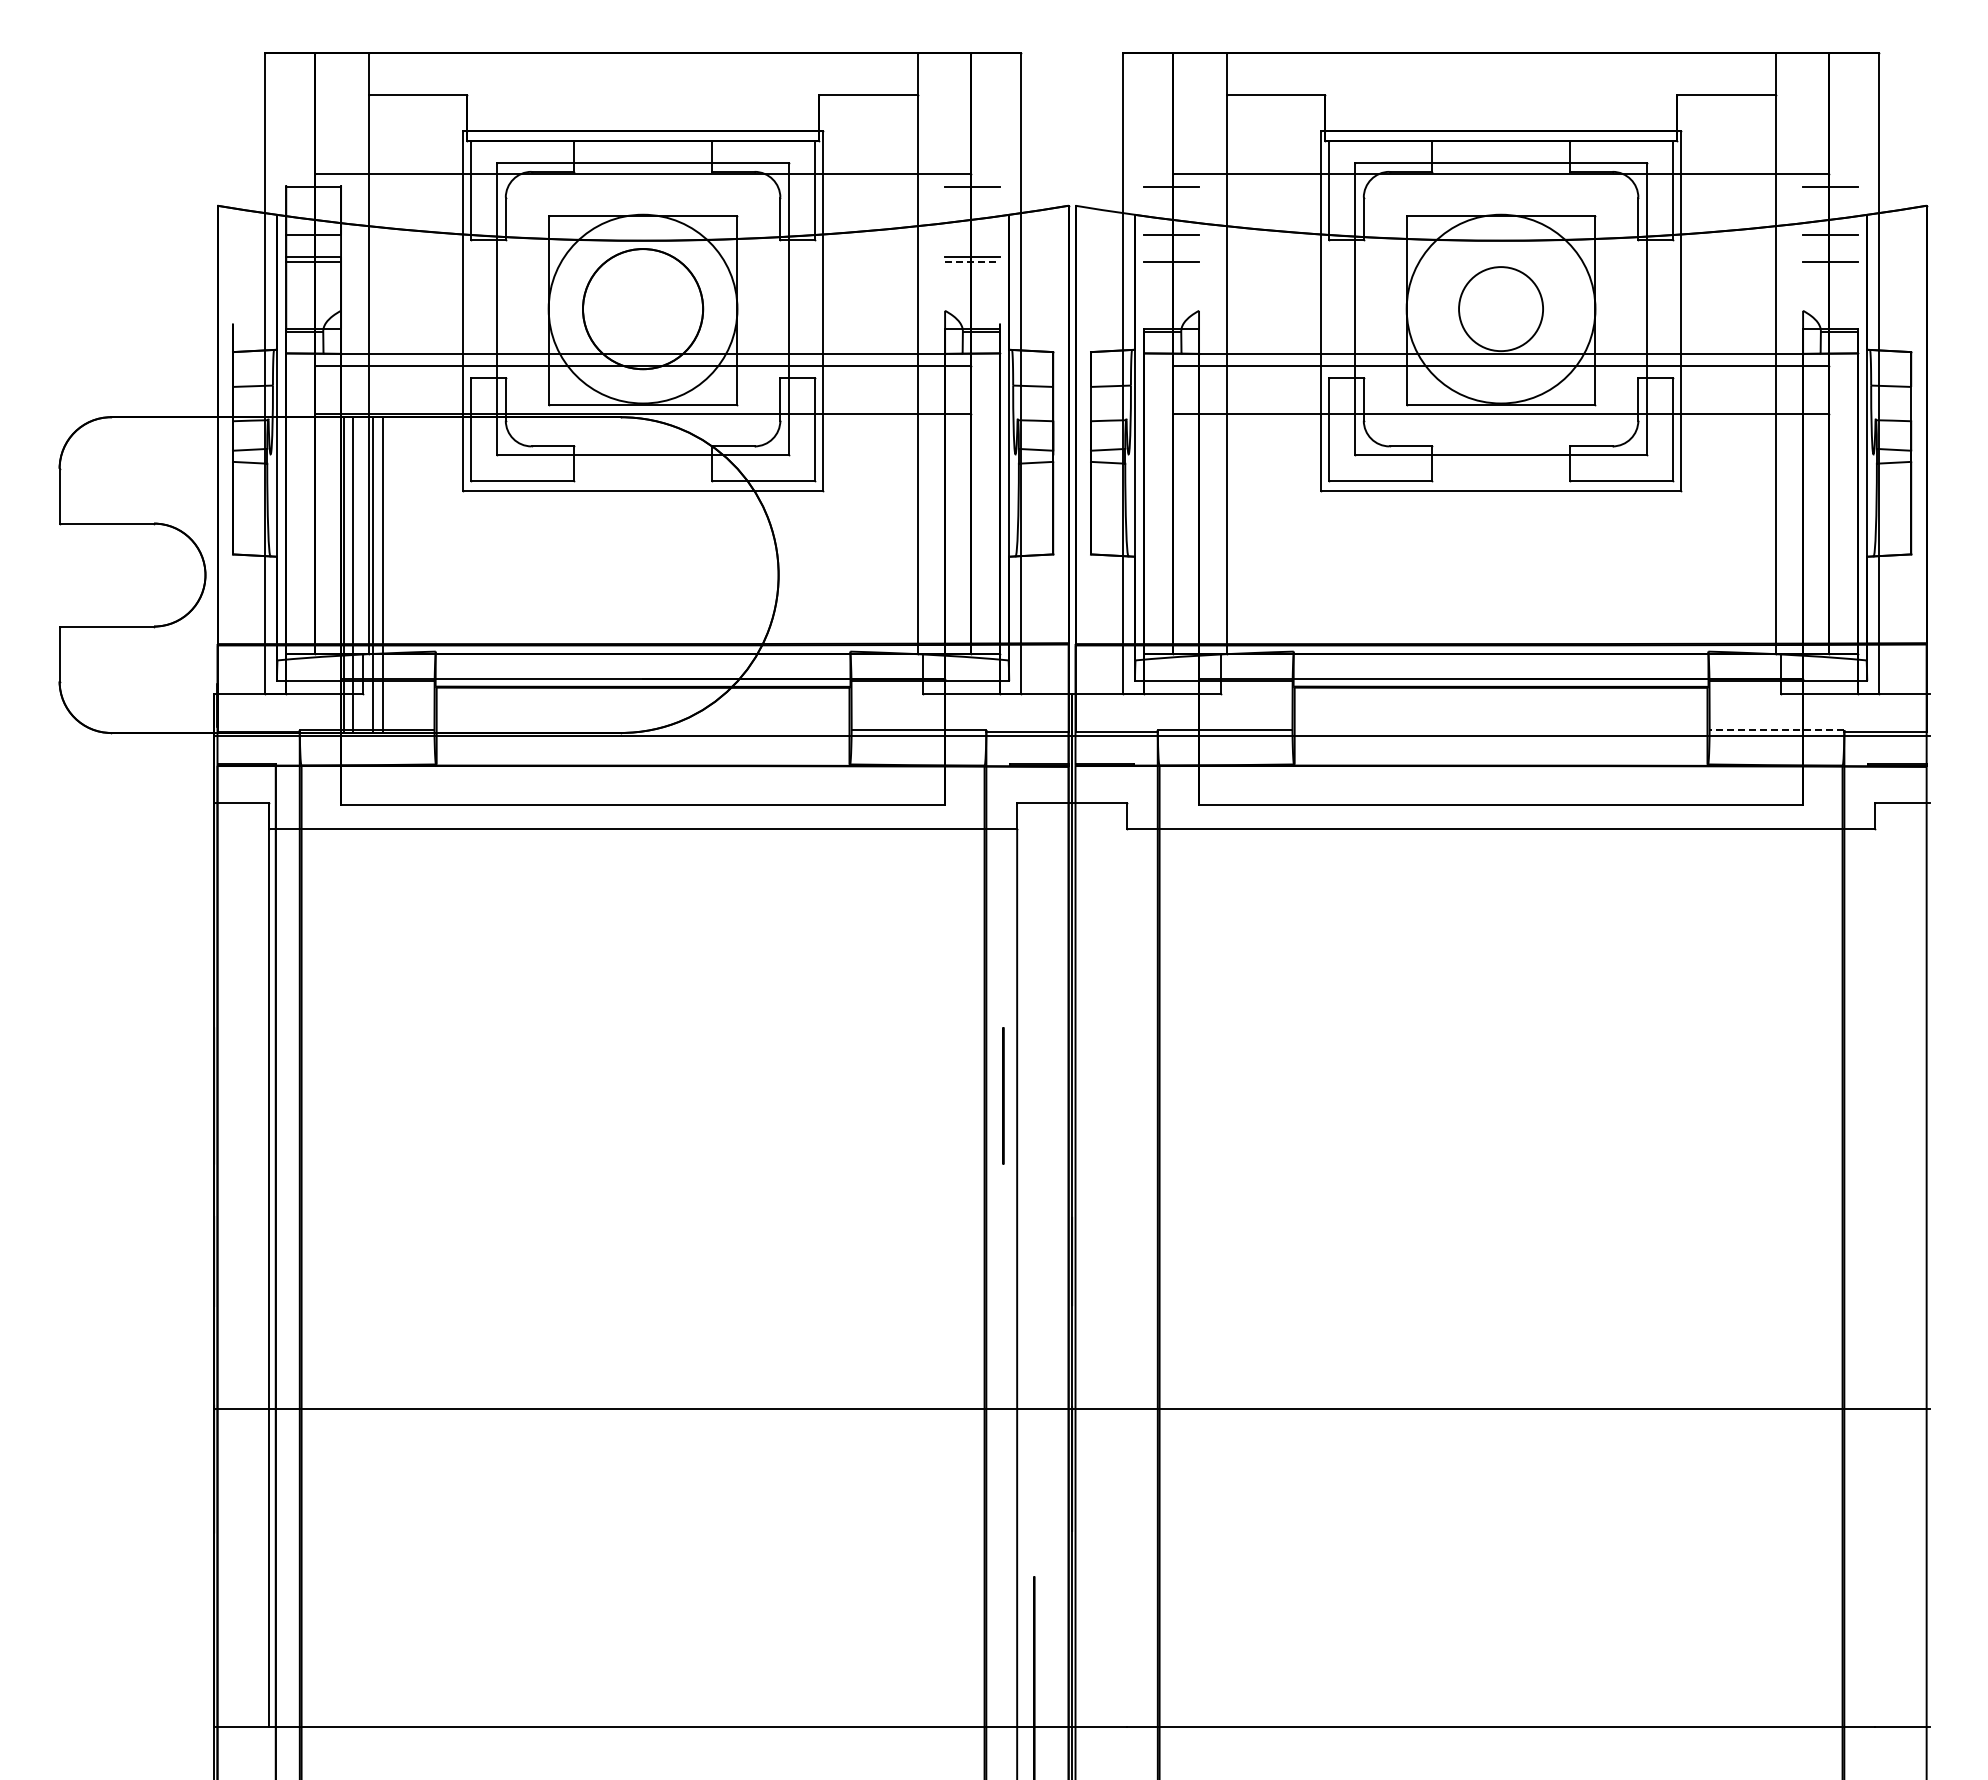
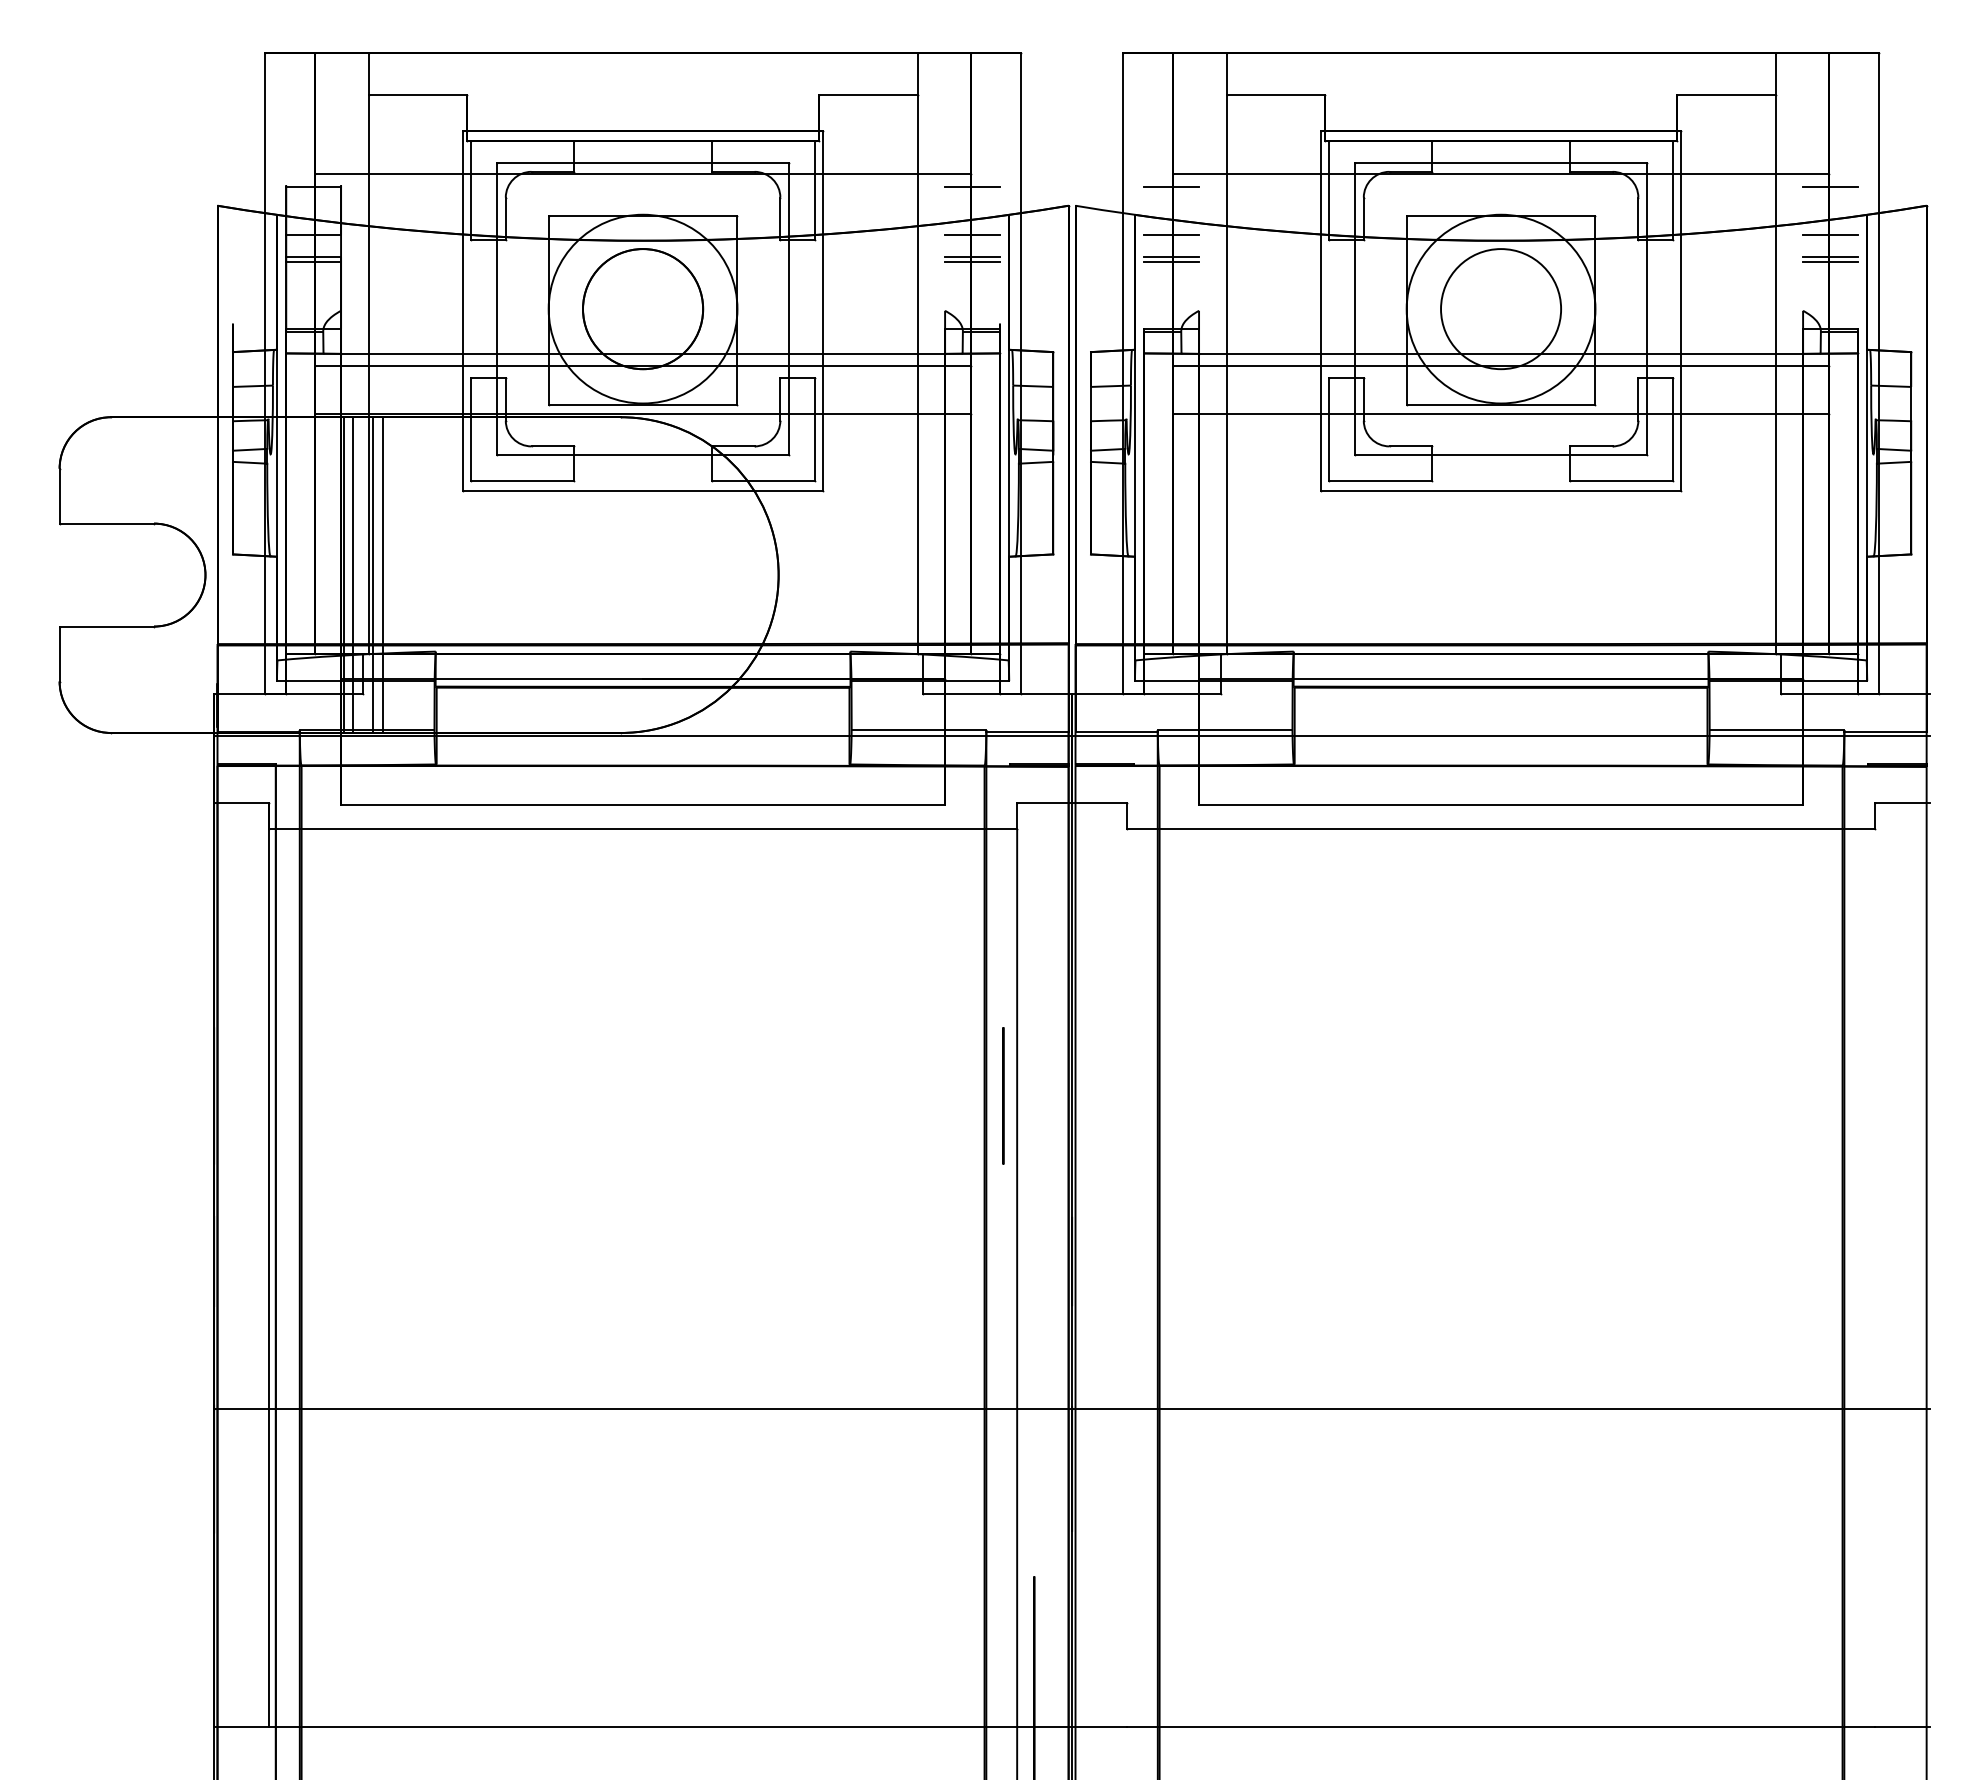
line at (972, 234): none -> present
line at (1171, 257): none -> present
line at (1830, 257): none -> present
line at (973, 261): dashed -> solid
circle at (1501, 309) diameter: 84 px -> 120 px
line at (1776, 730): dashed -> solid
